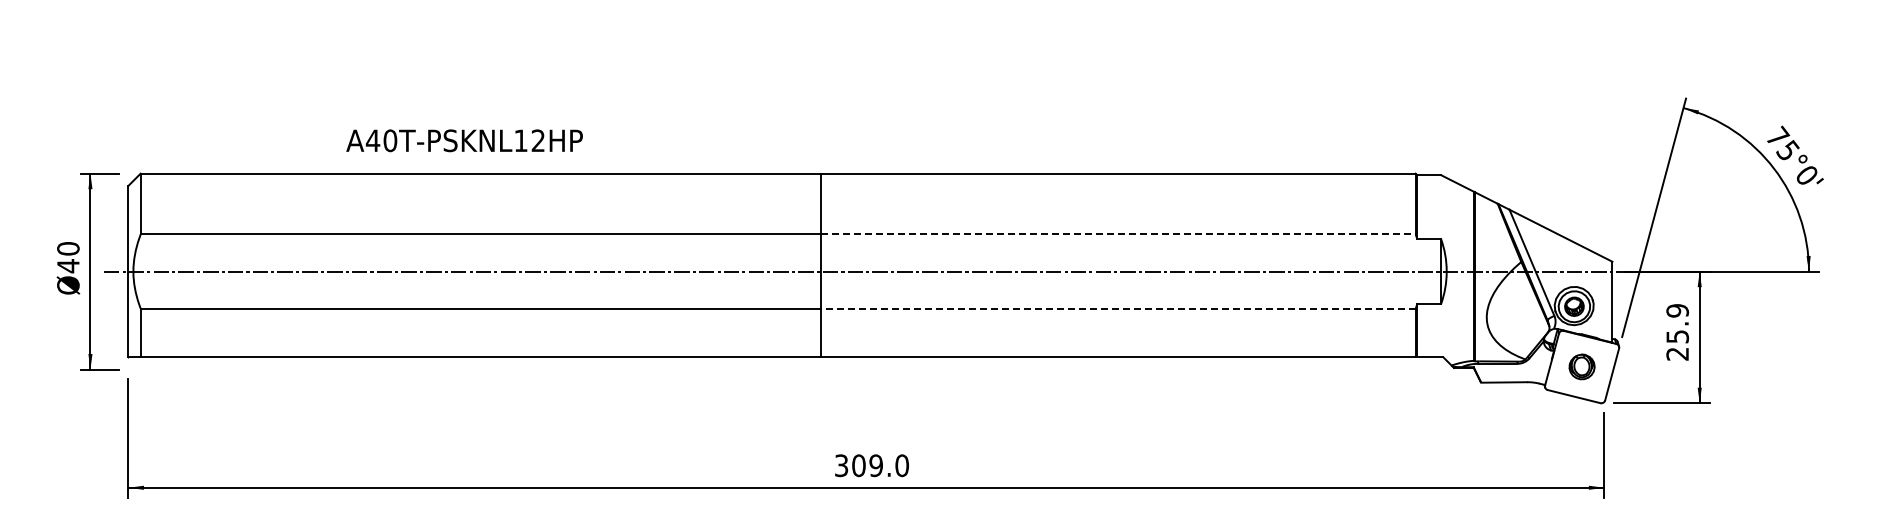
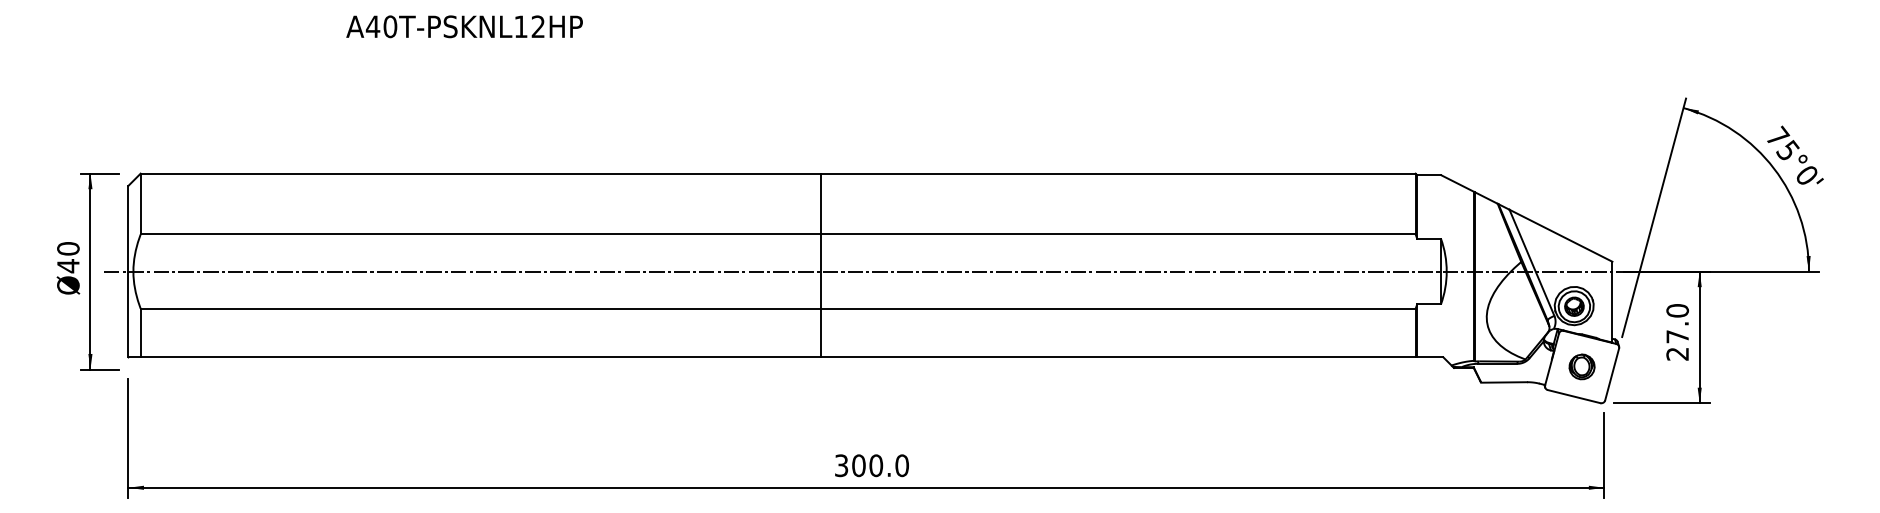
text at (464, 140) position: (464, 140) -> (464, 26)
line at (1118, 234): dashed -> solid
line at (1117, 308): dashed -> solid
text at (1677, 323): 25.9 -> 27.0
text at (876, 465): 309.0 -> 300.0
